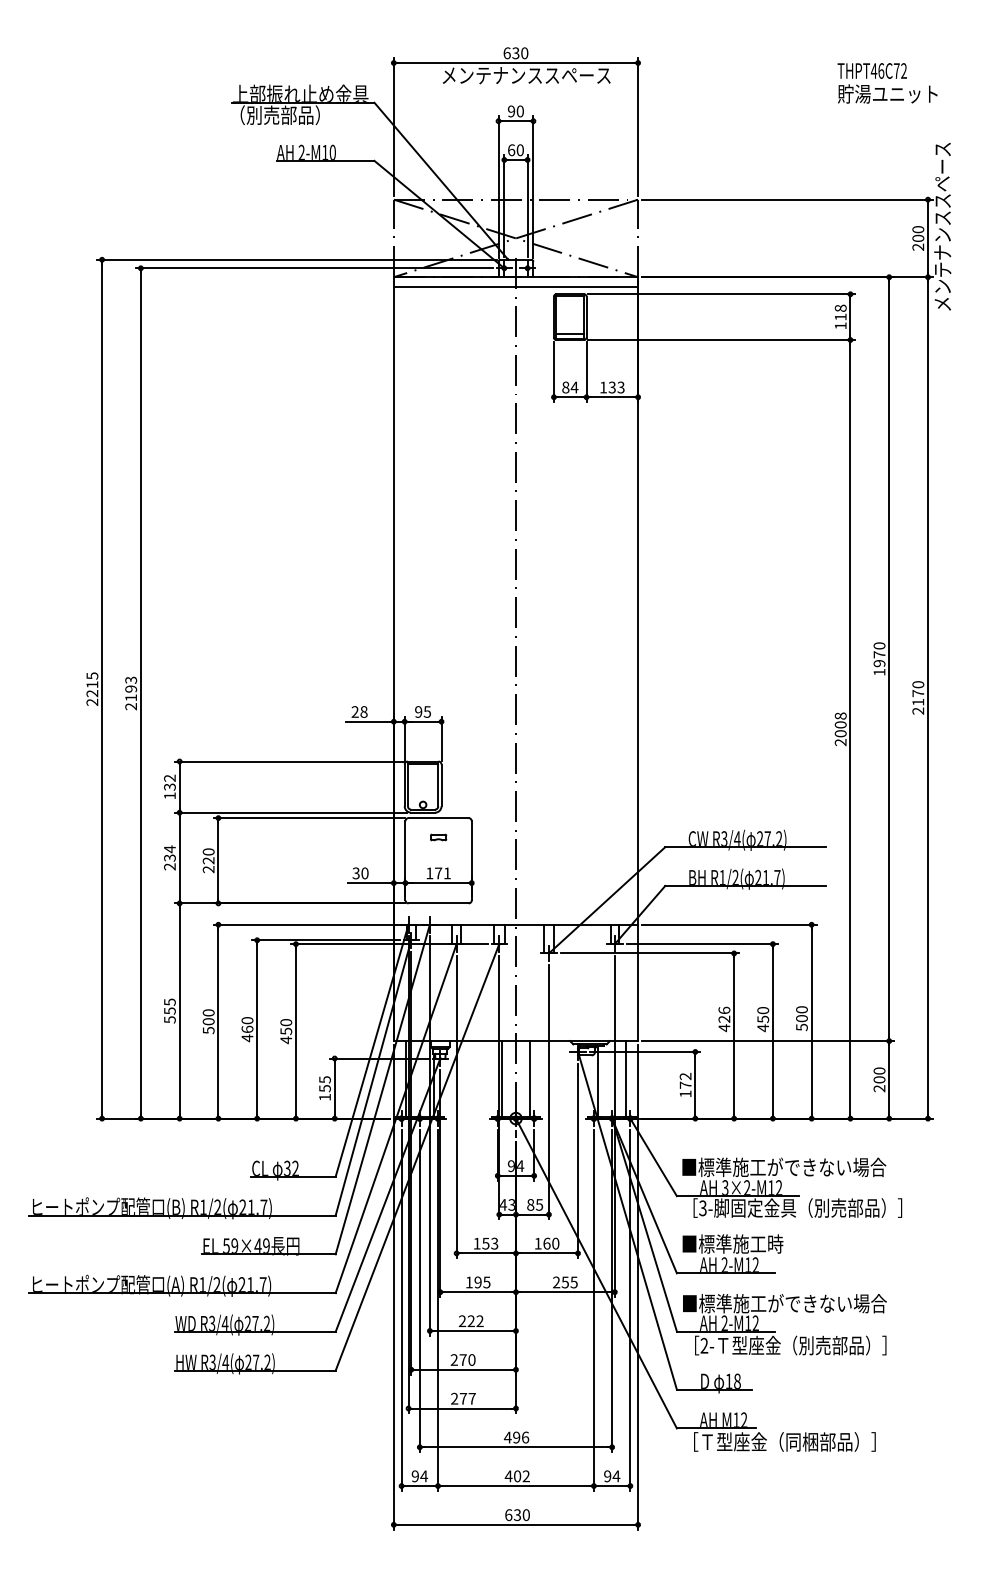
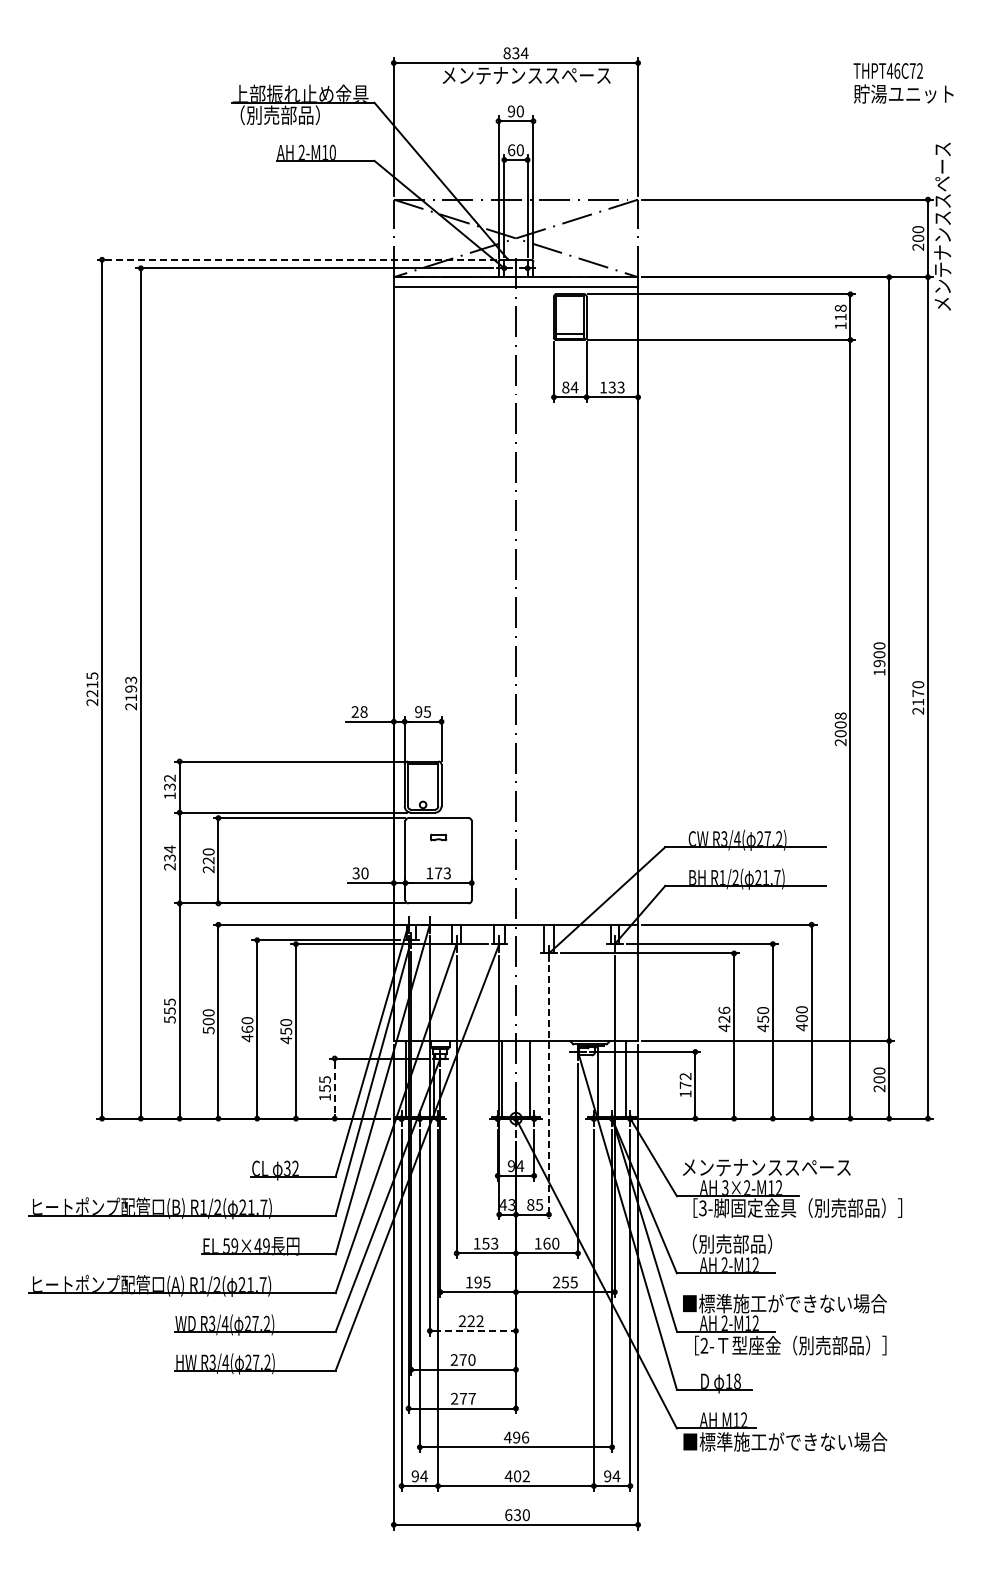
text at (515, 53): 630 -> 834
text at (887, 83) position: (887, 83) -> (903, 83)
line at (296, 259): solid -> dashed
text at (879, 654): 1970 -> 1900
text at (446, 873): 171 -> 173
text at (801, 1027): 500 -> 400
line at (334, 1089): solid -> dashed
line at (548, 1092): solid -> dashed
text at (784, 1167): ■標準施工ができない場合 -> メンテナンススペース
text at (732, 1243): ■標準施工時 -> （別売部品）
line at (473, 1330): solid -> dashed
text at (785, 1441): ［Ｔ型座金（同梱部品）］ -> ■標準施工ができない場合
